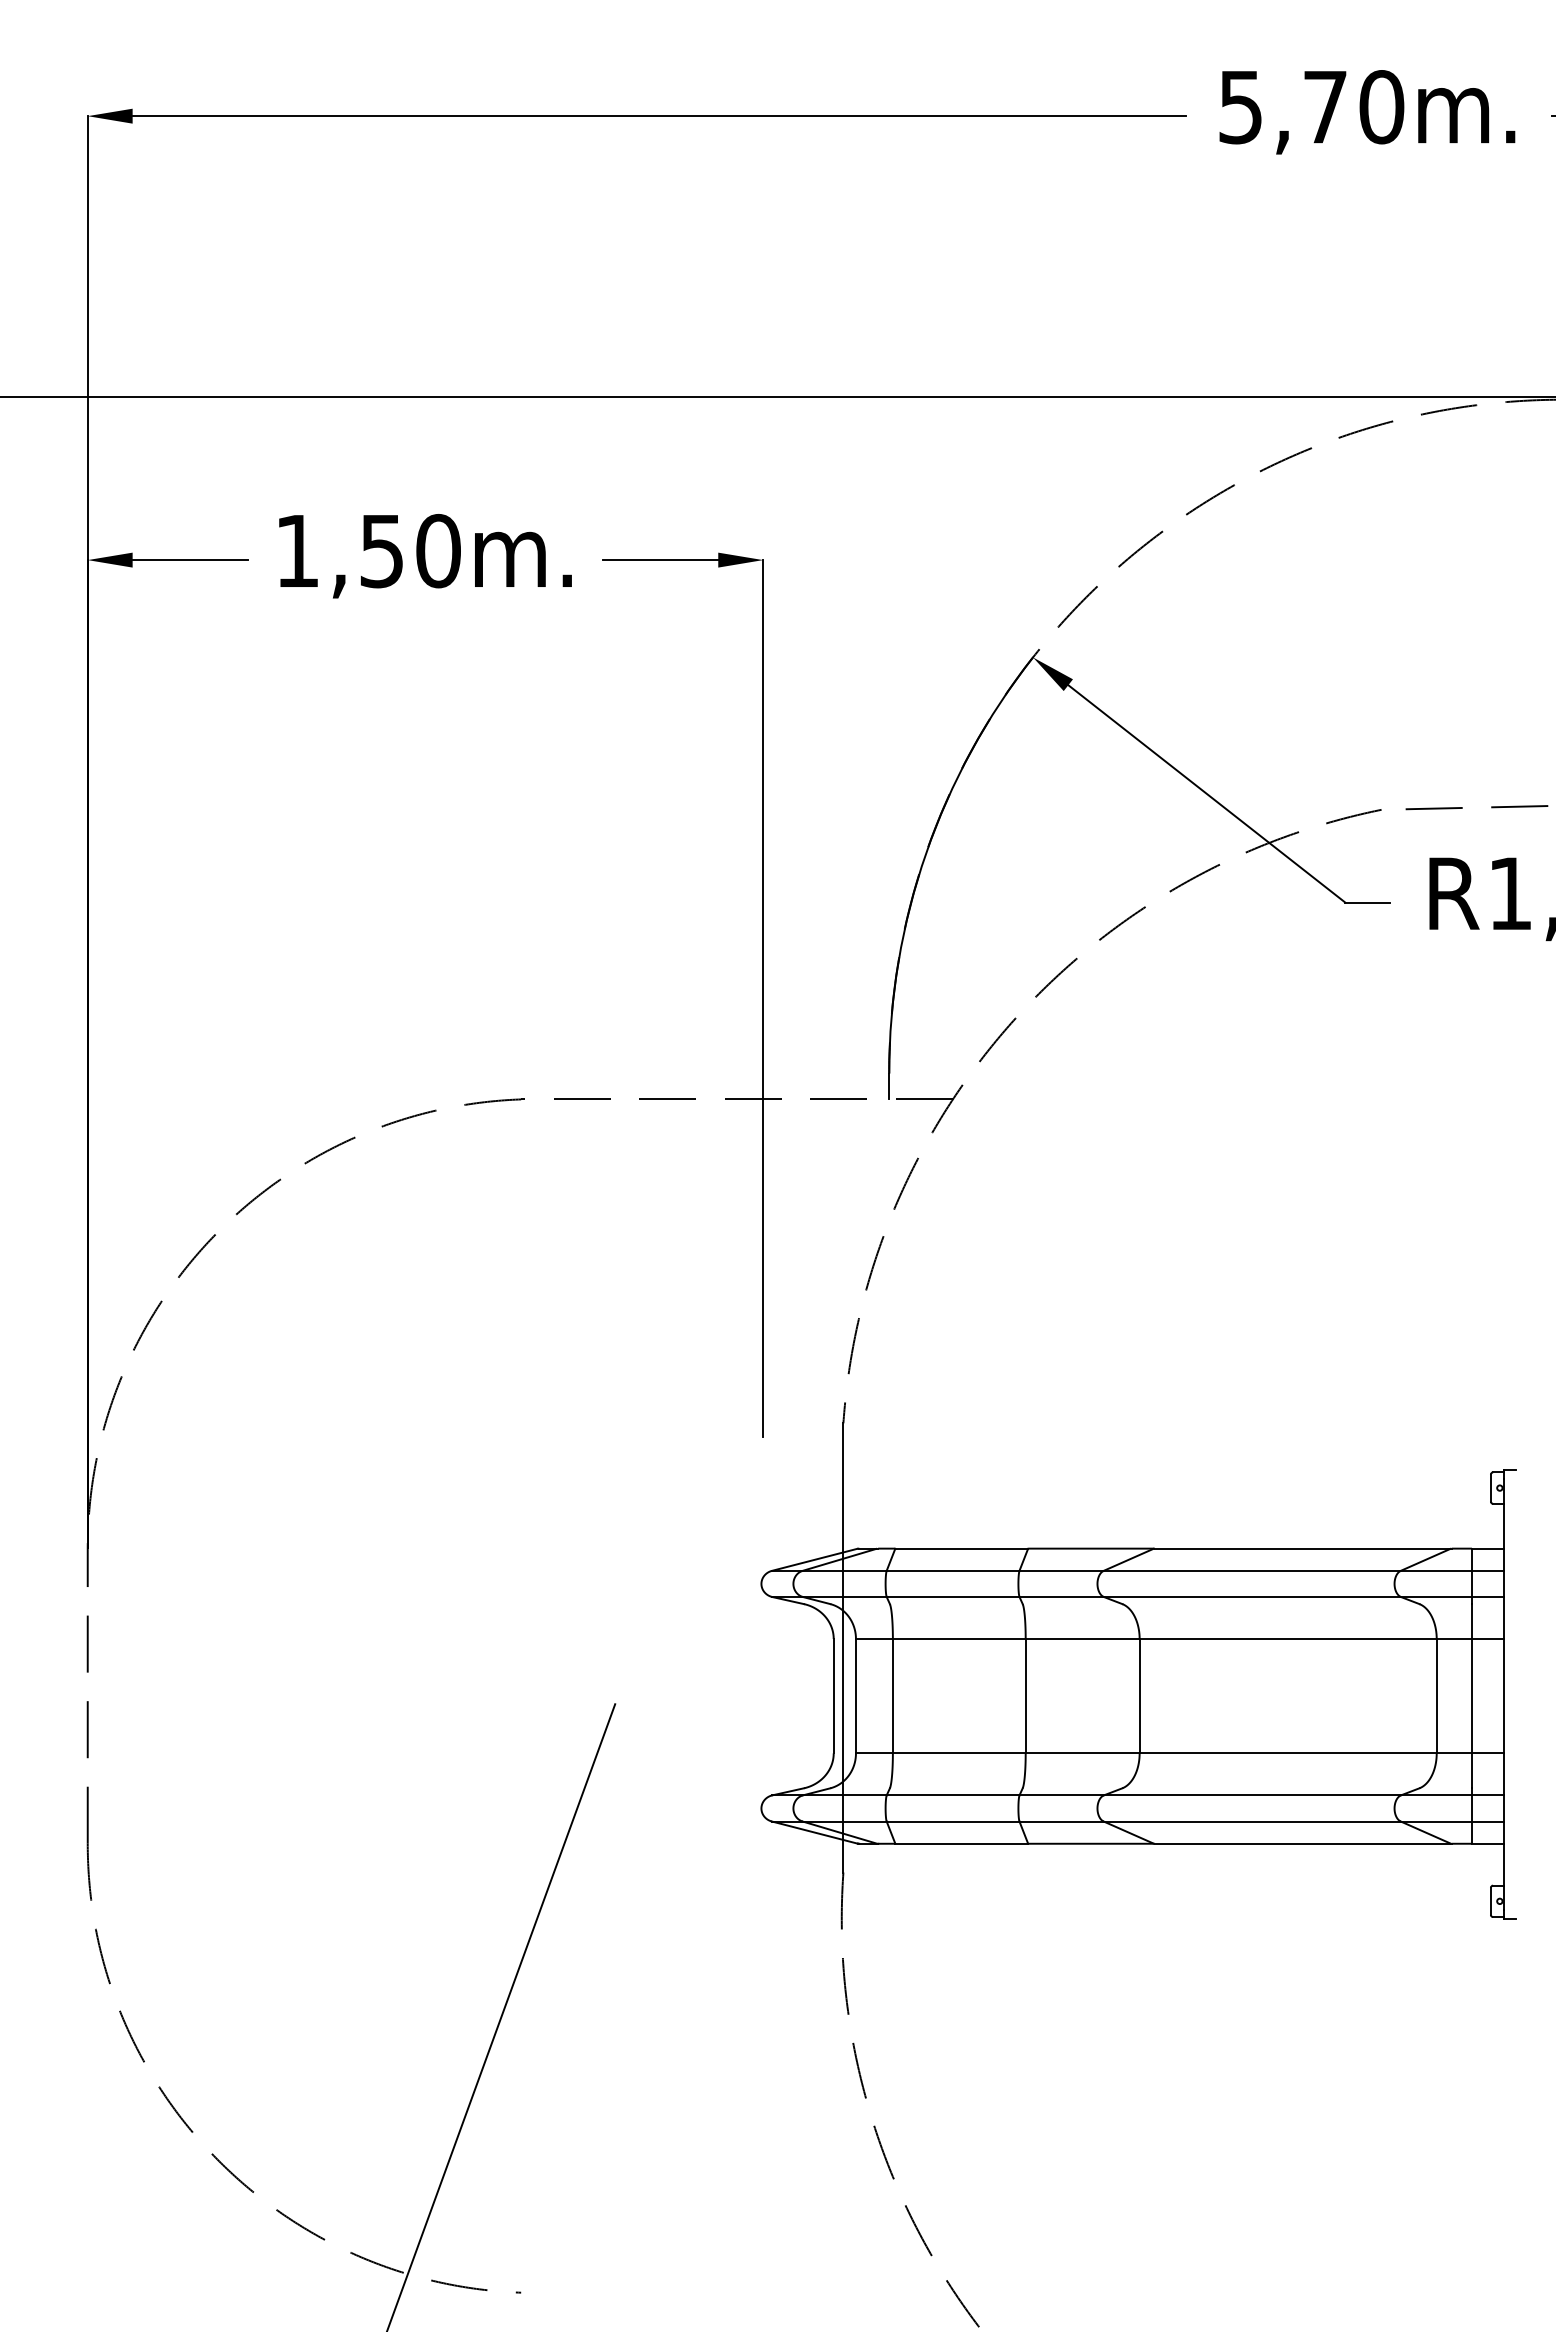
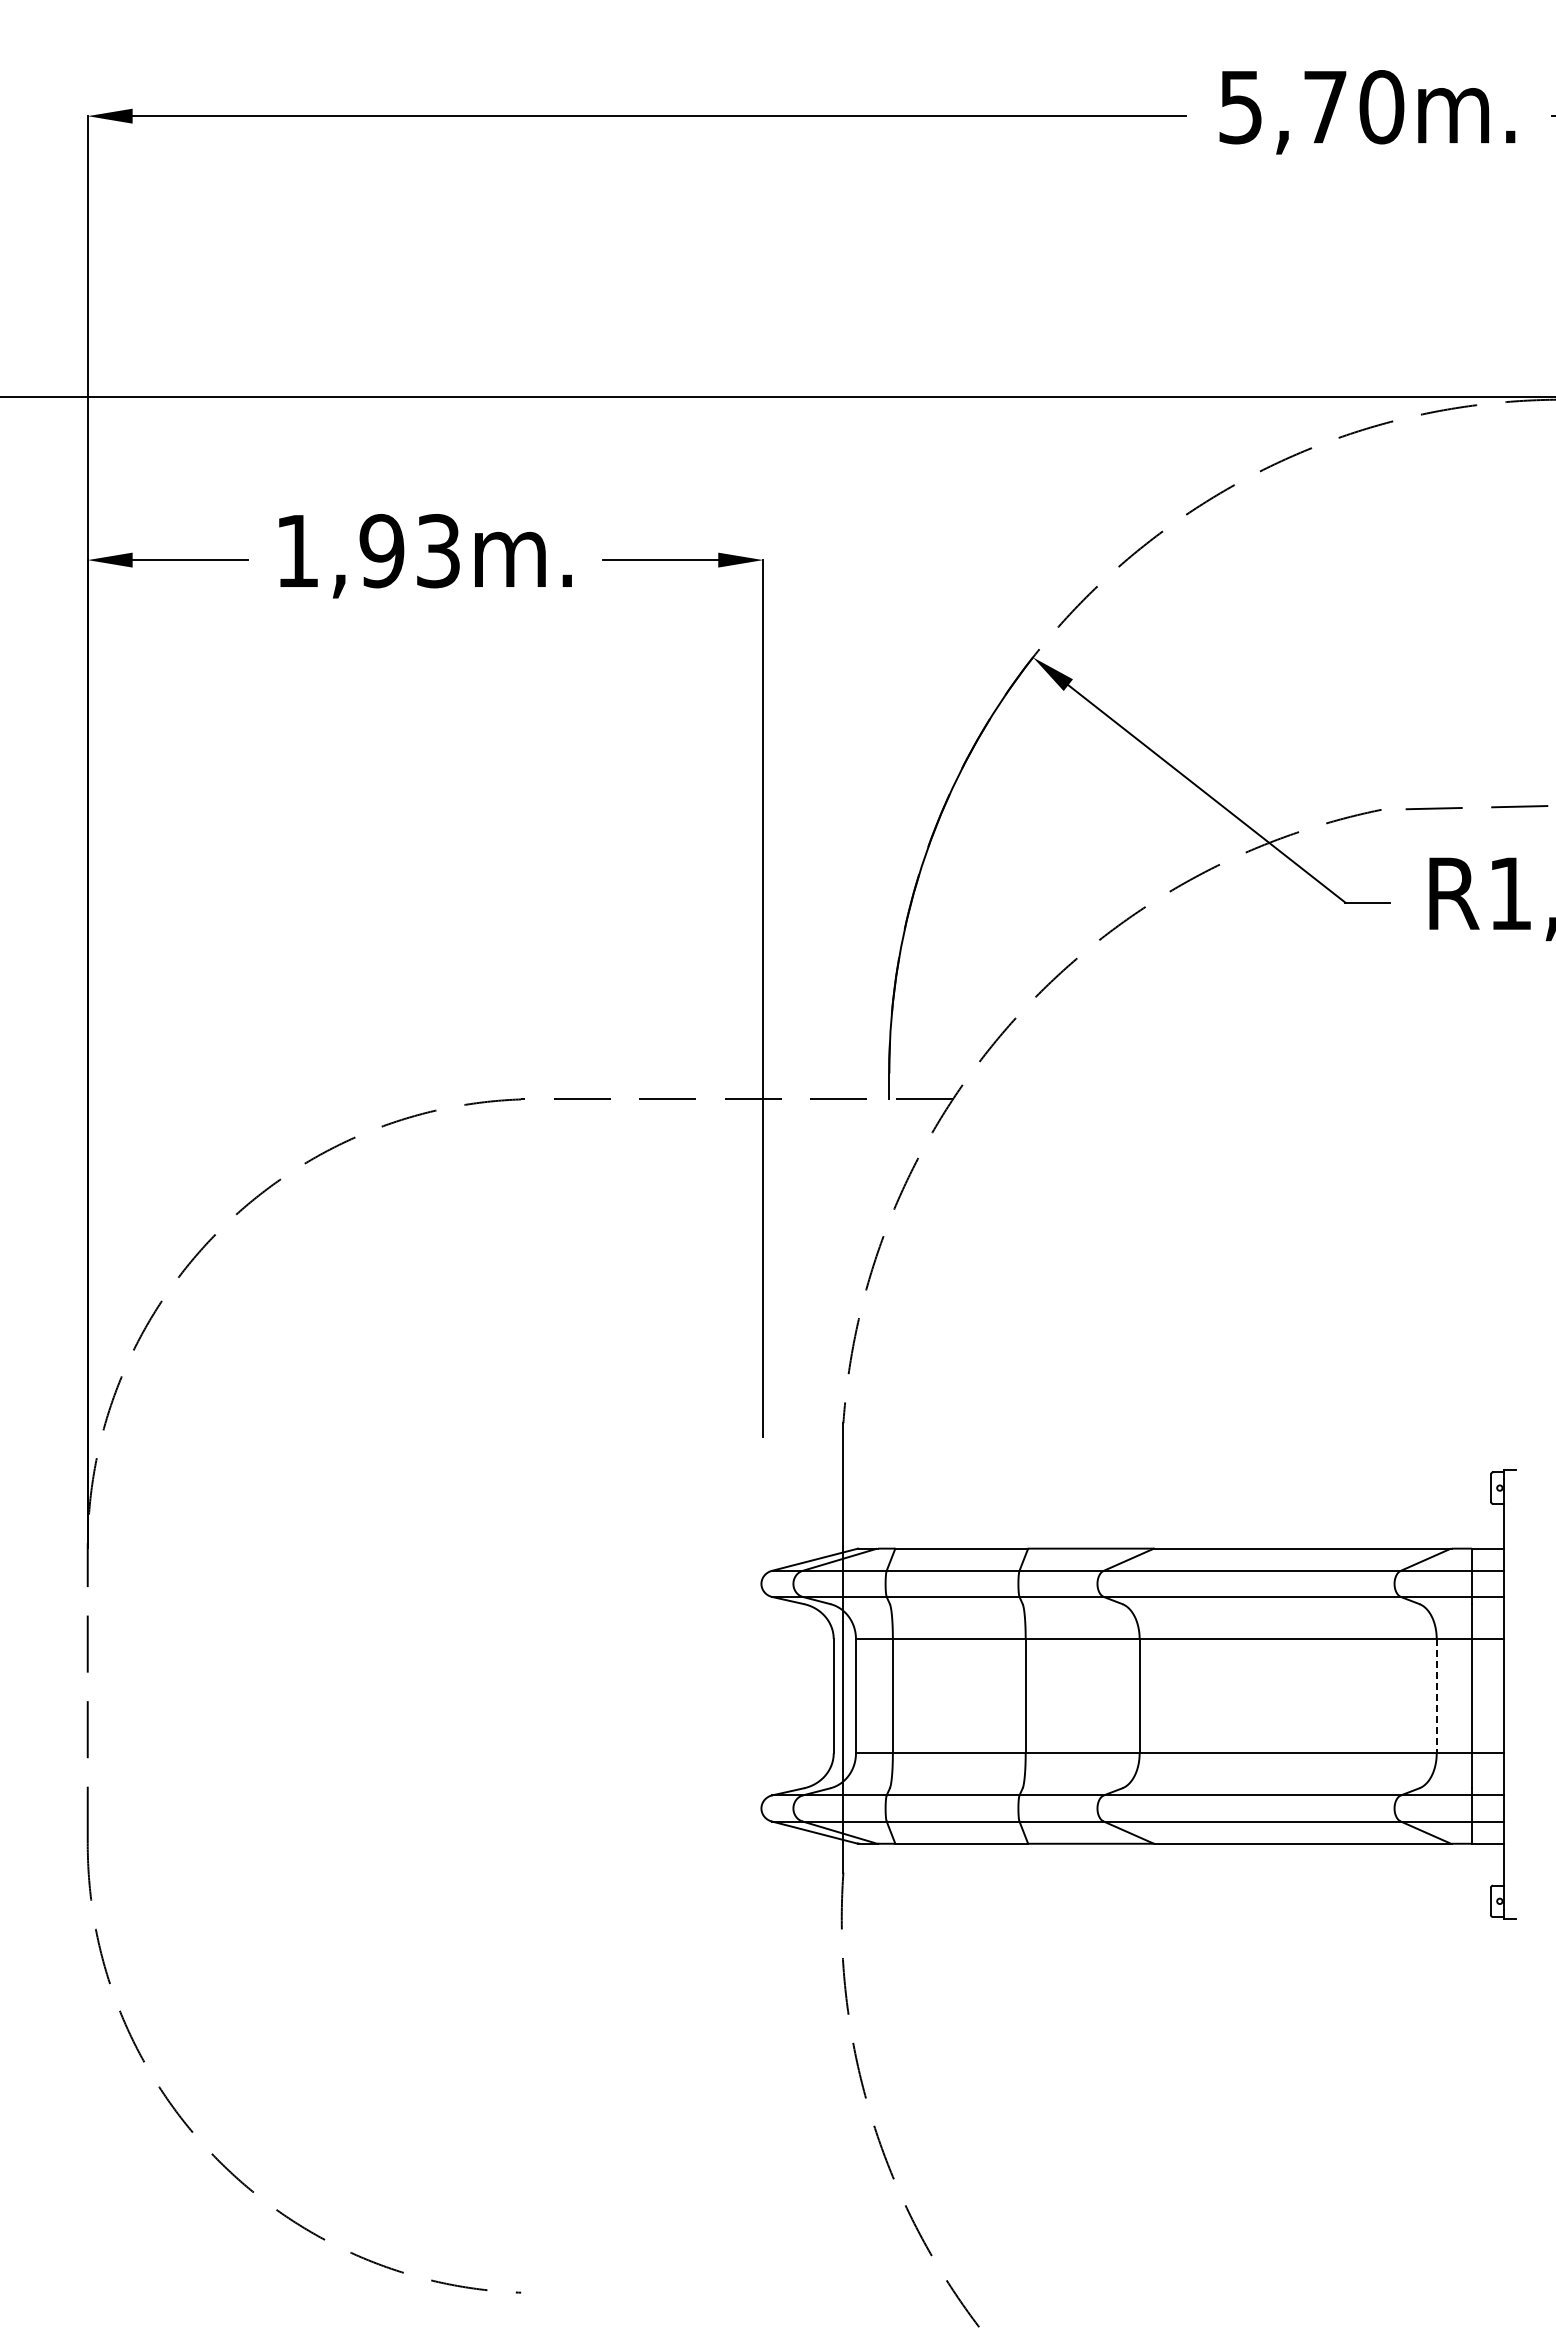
text at (409, 551): 1,50m. -> 1,93m.
line at (1436, 1696): solid -> dashed
line at (501, 2016): present -> none
